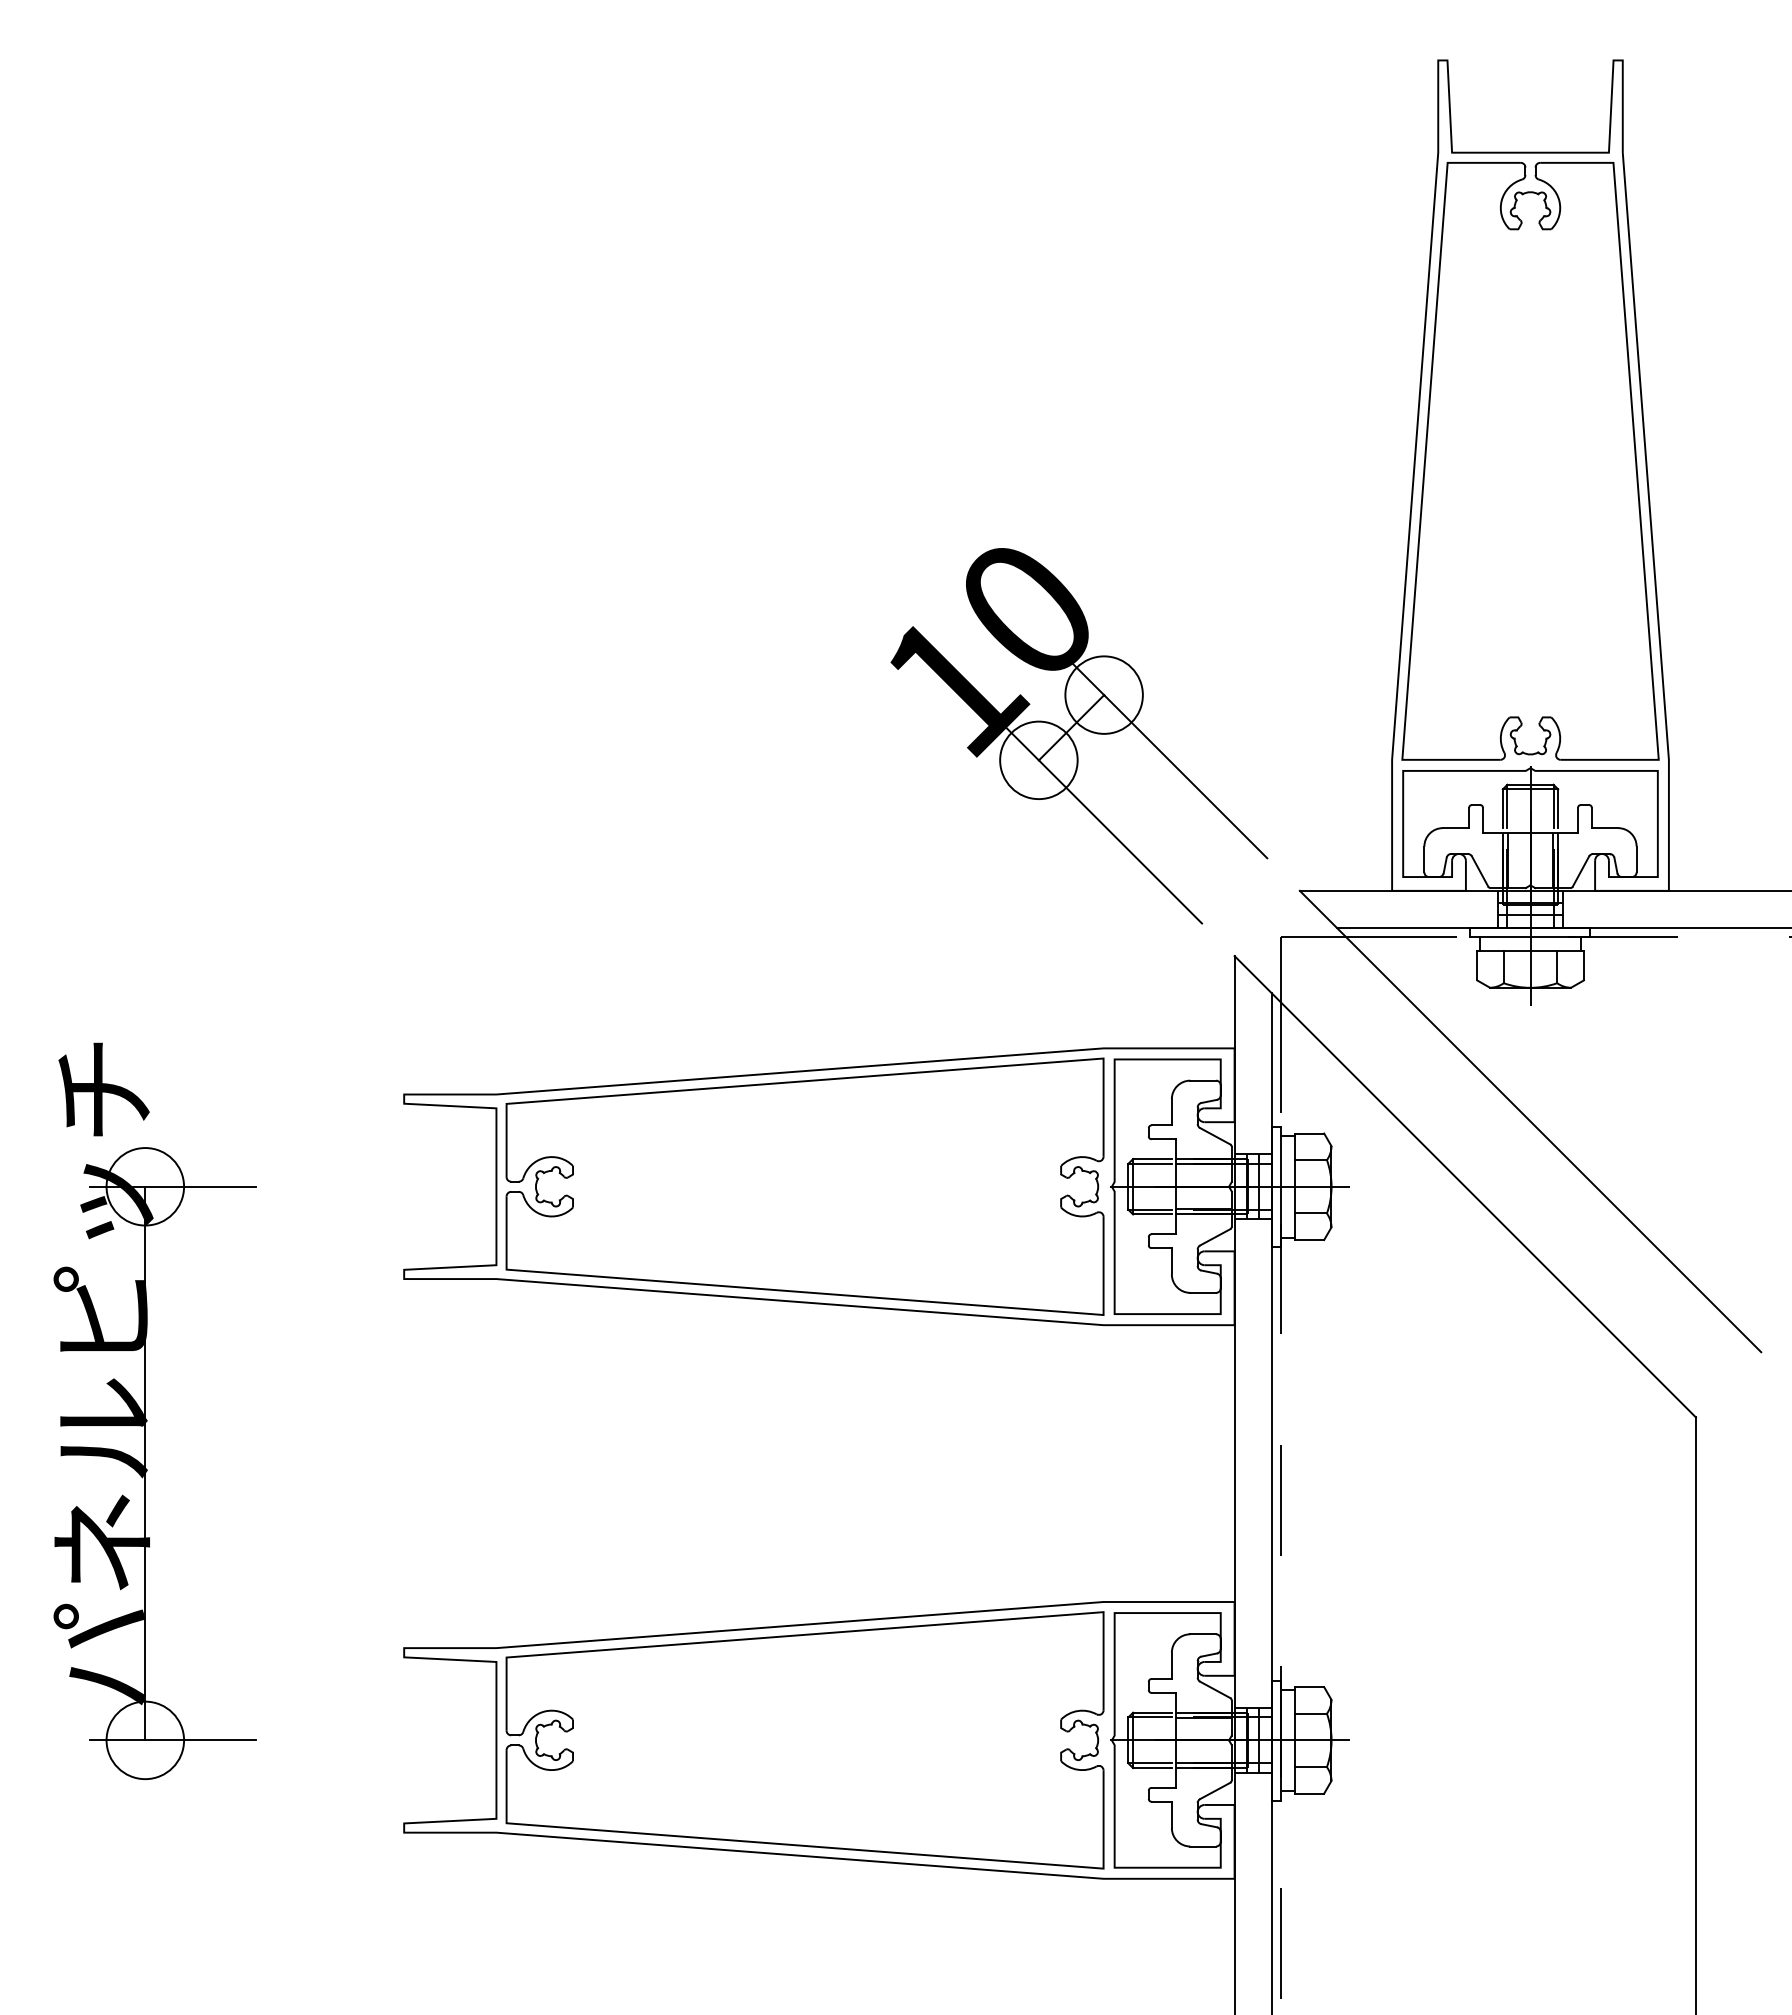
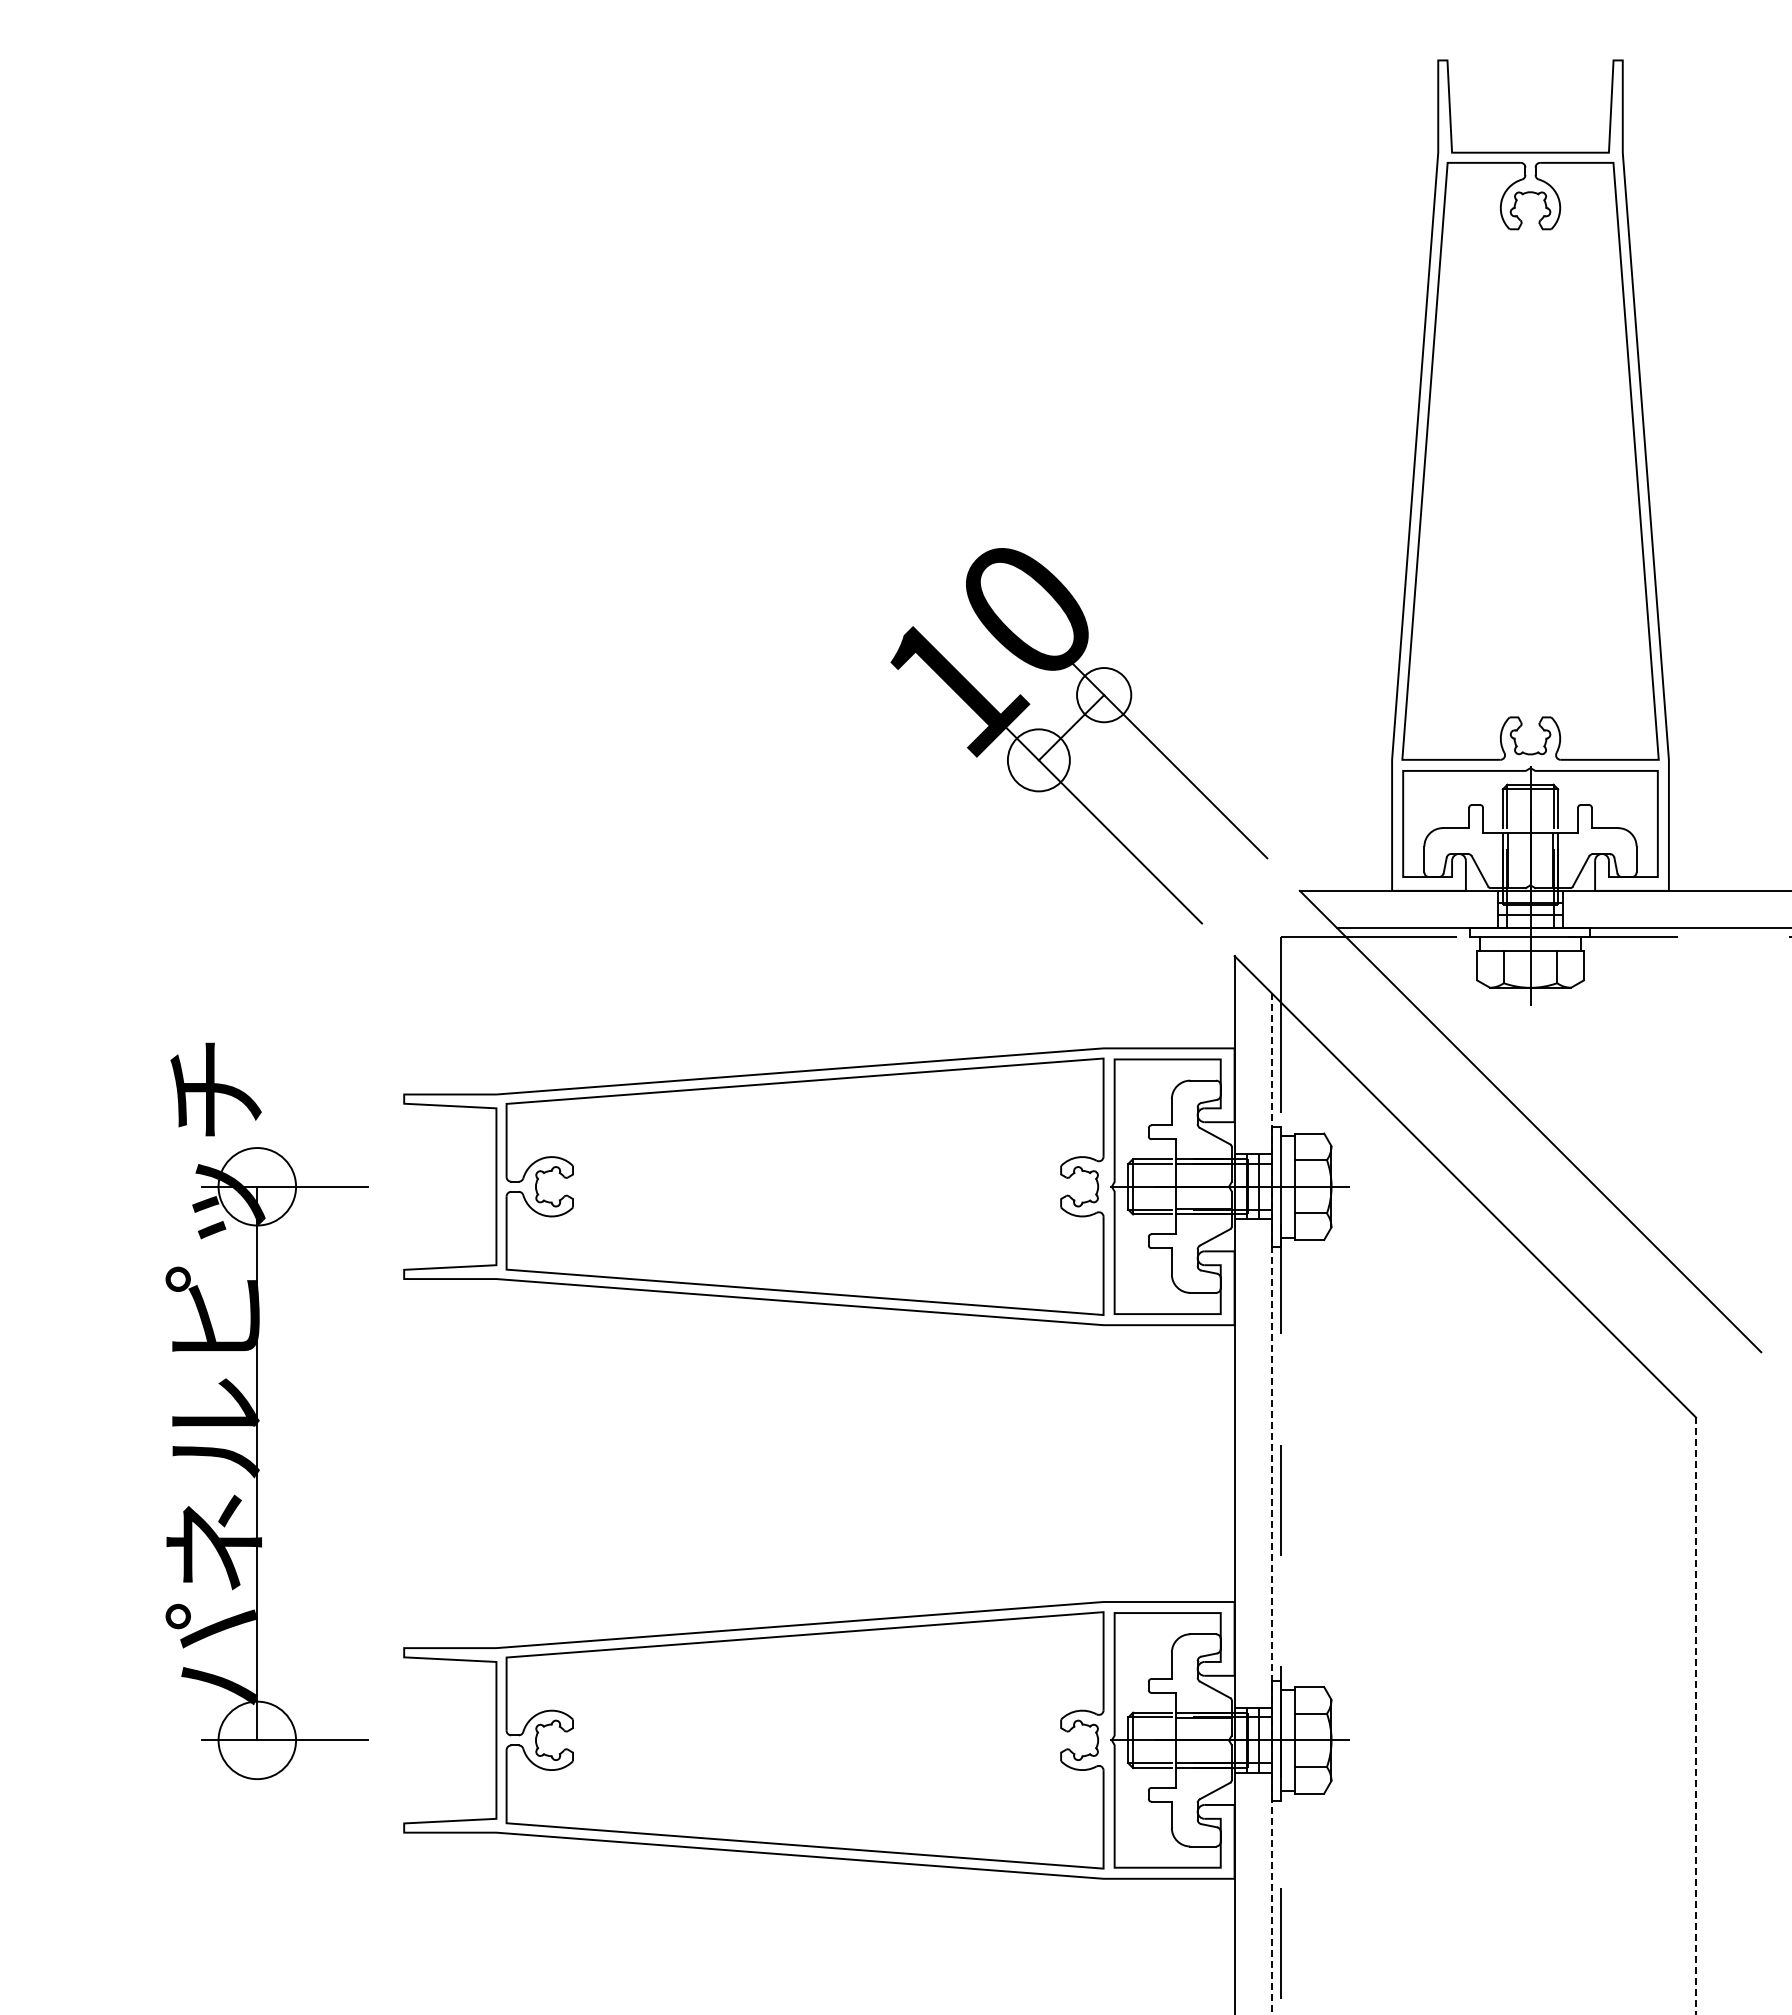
circle at (1103, 694) diameter: 78 px -> 54 px
circle at (1038, 760) diameter: 78 px -> 62 px
part at (145, 1410) position: (145, 1410) -> (257, 1410)
line at (1271, 1503): solid -> dashed
line at (1695, 1716): solid -> dashed
